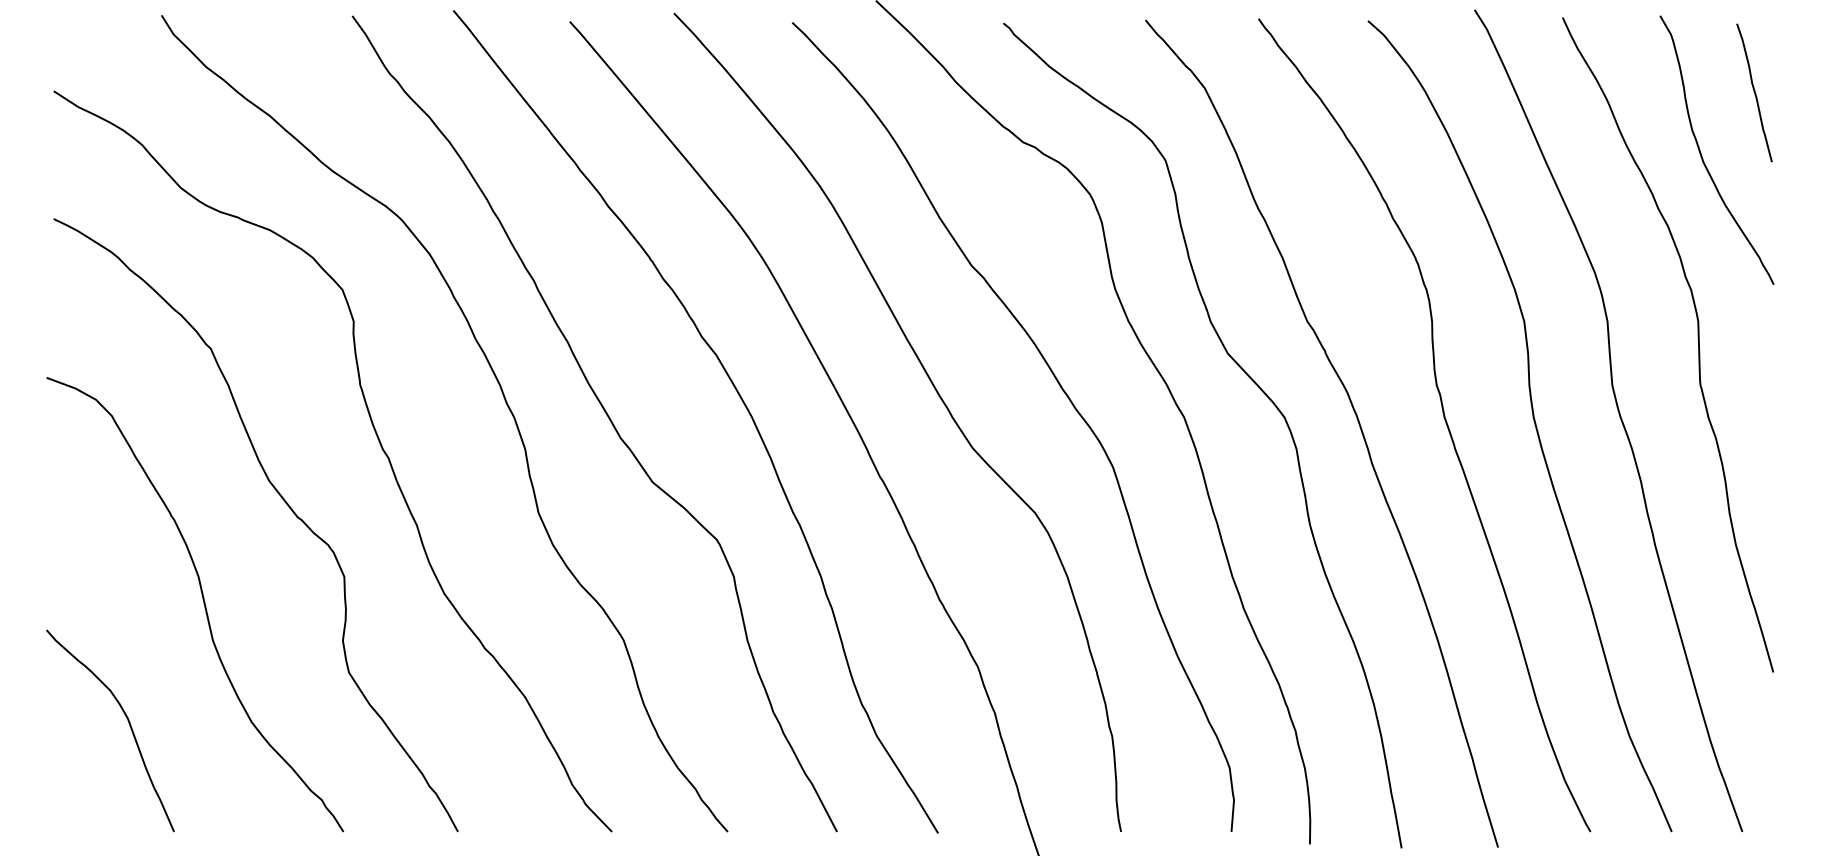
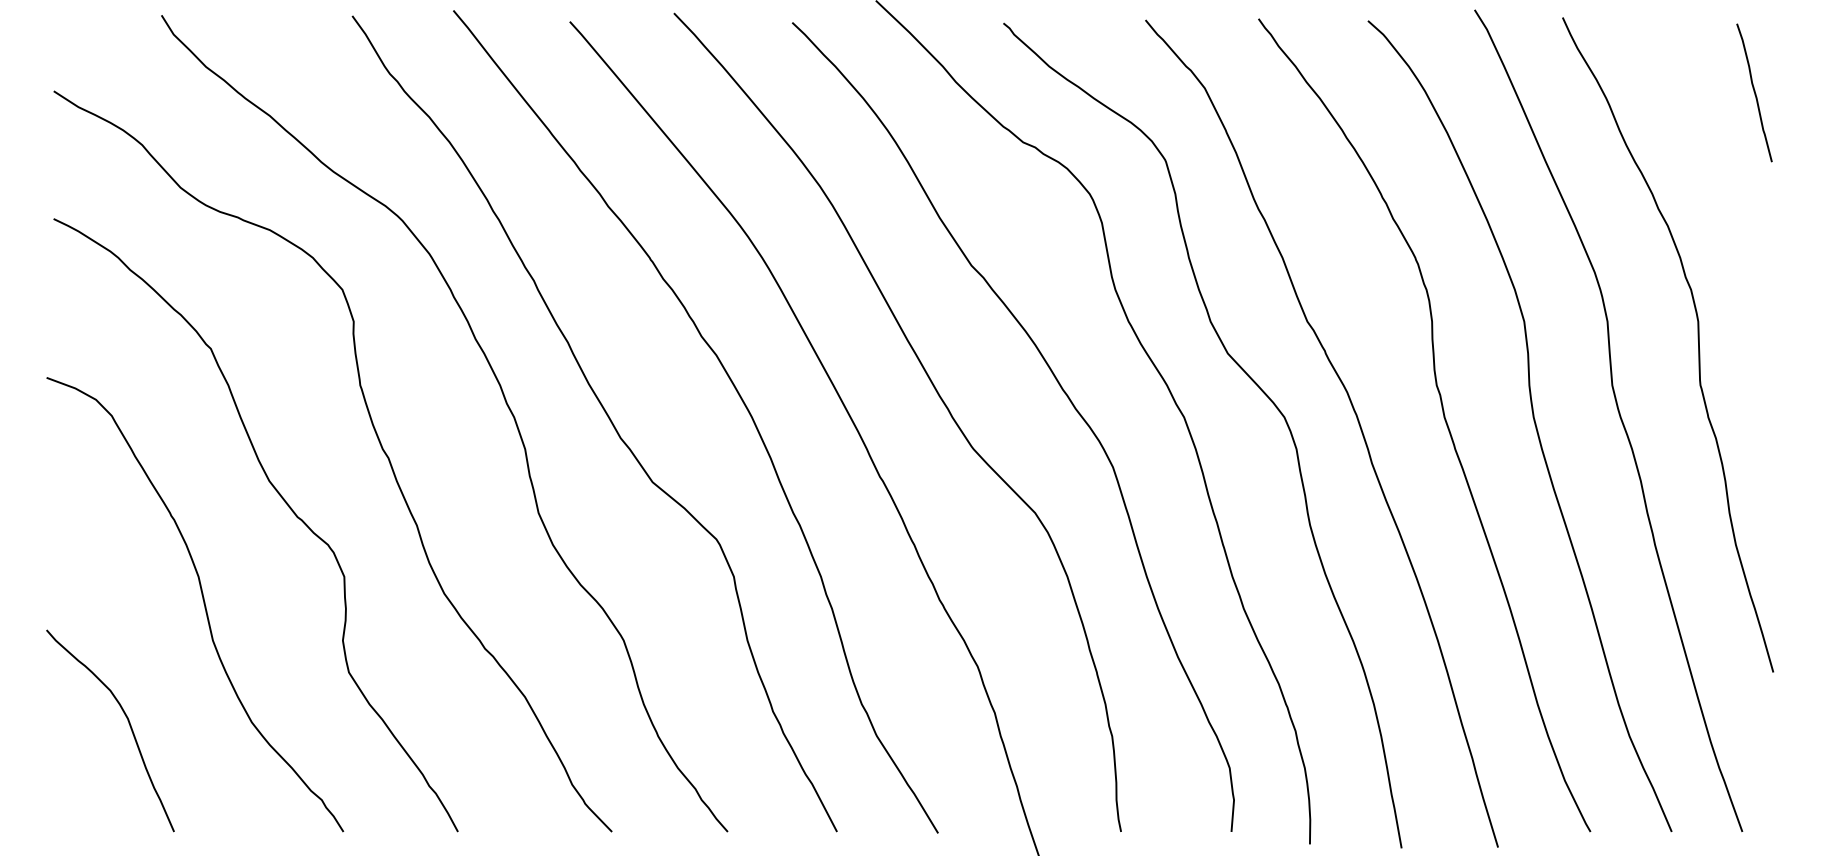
curve at (1702, 155): present -> none
